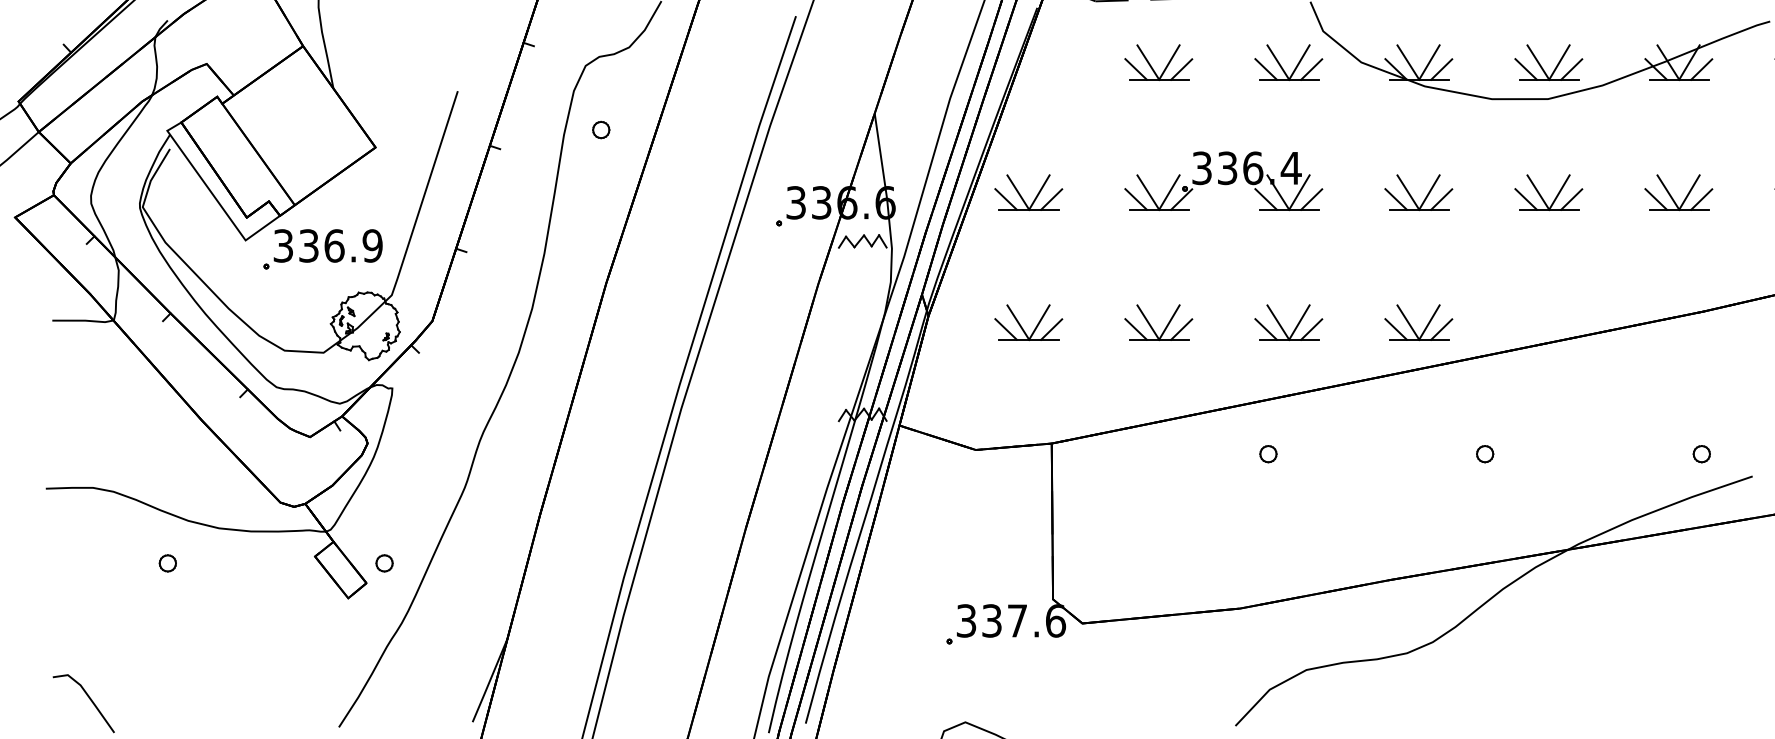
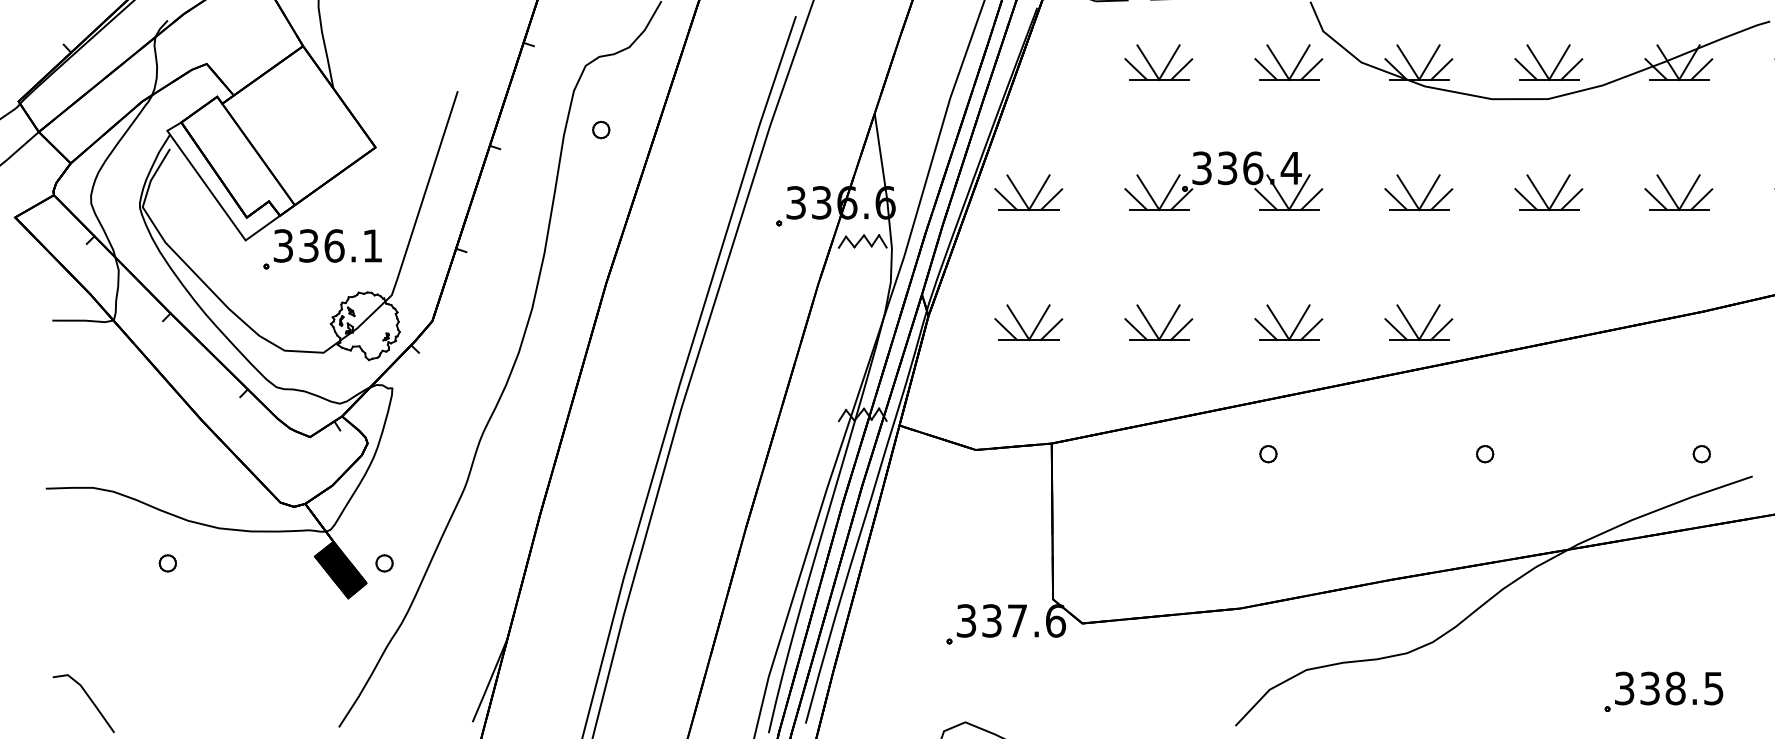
text at (372, 245): 336.9 -> 336.1
fill at (340, 569): none -> present
part at (1663, 691): none -> present
